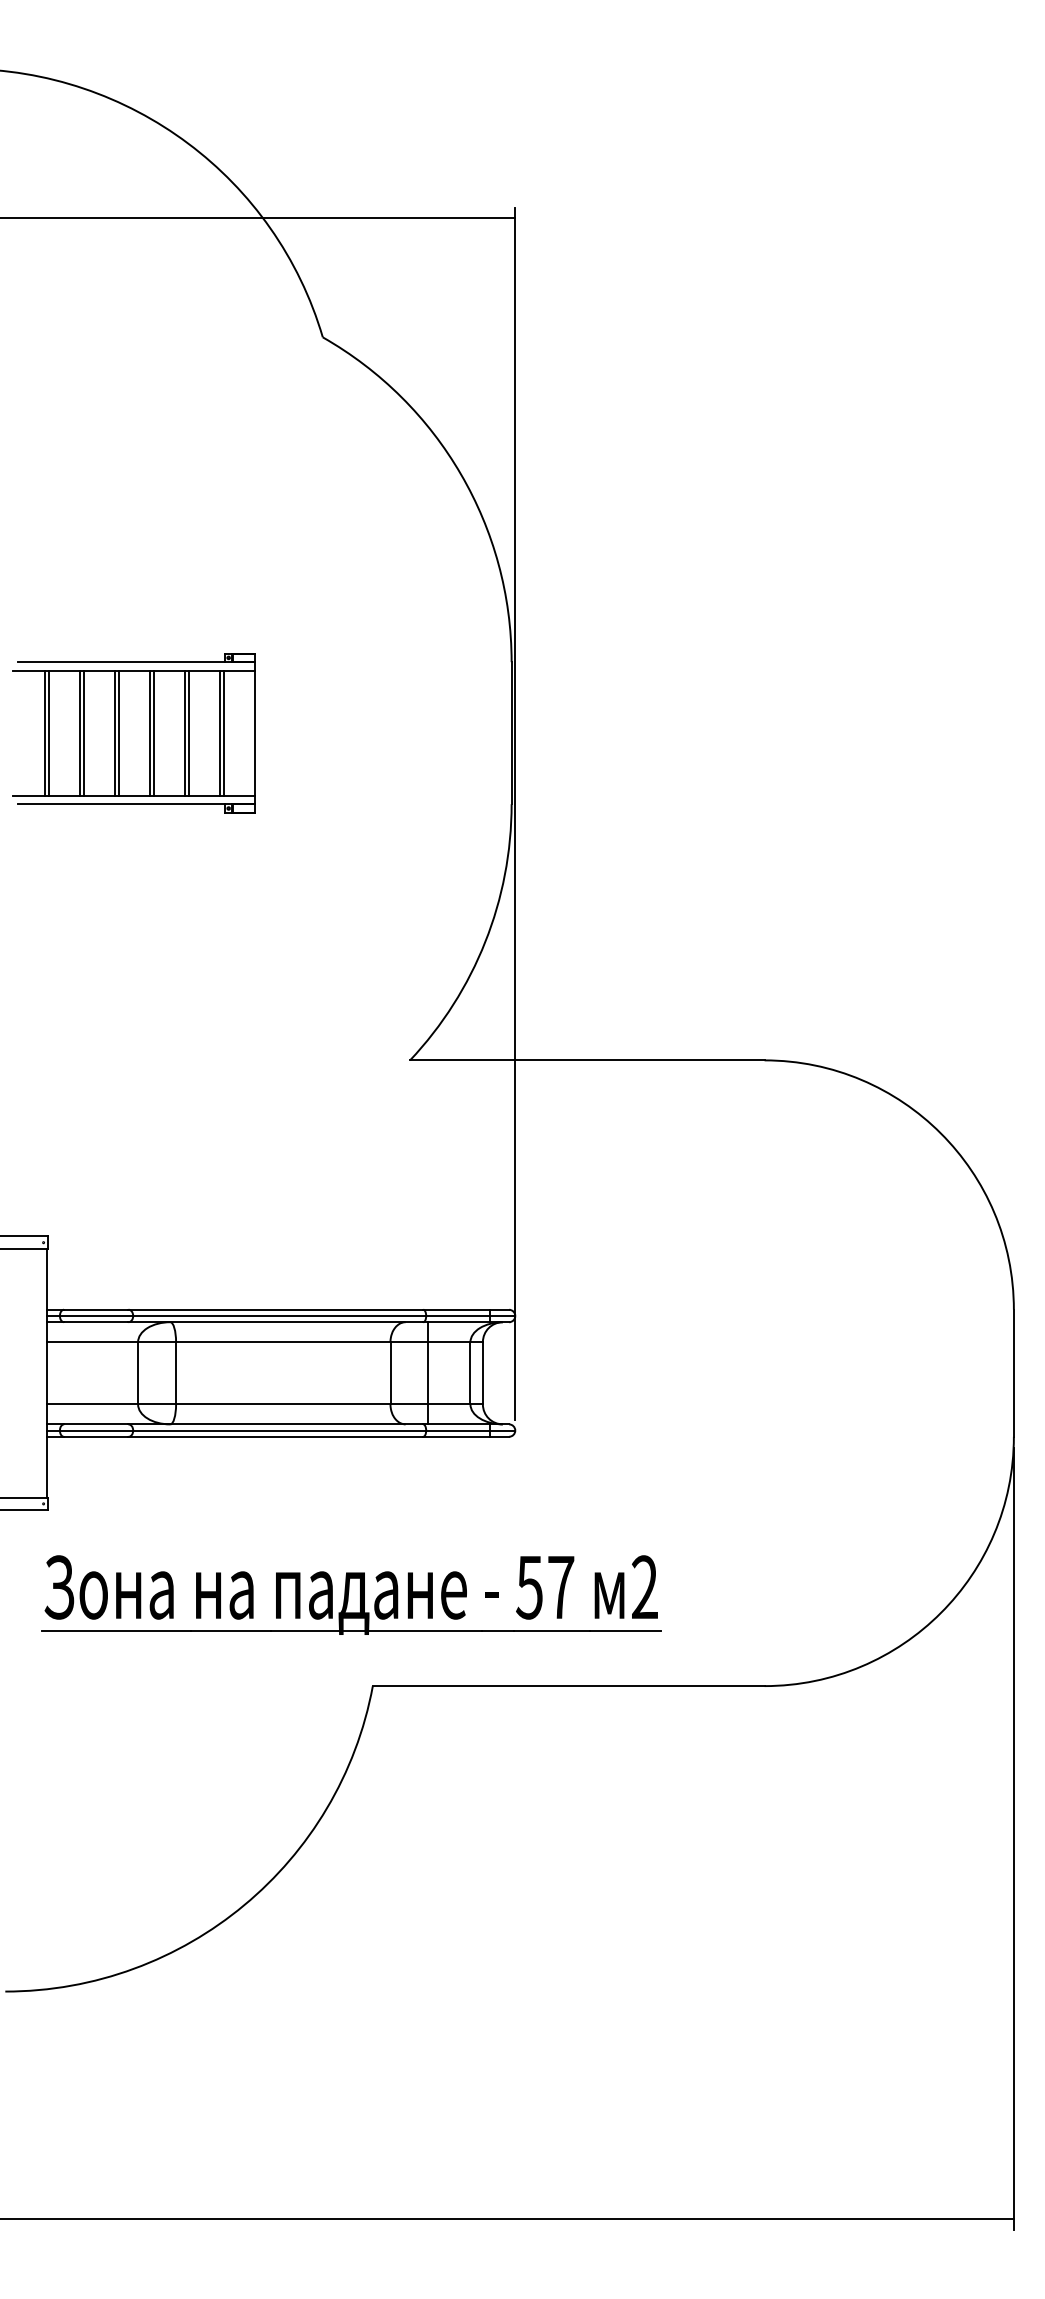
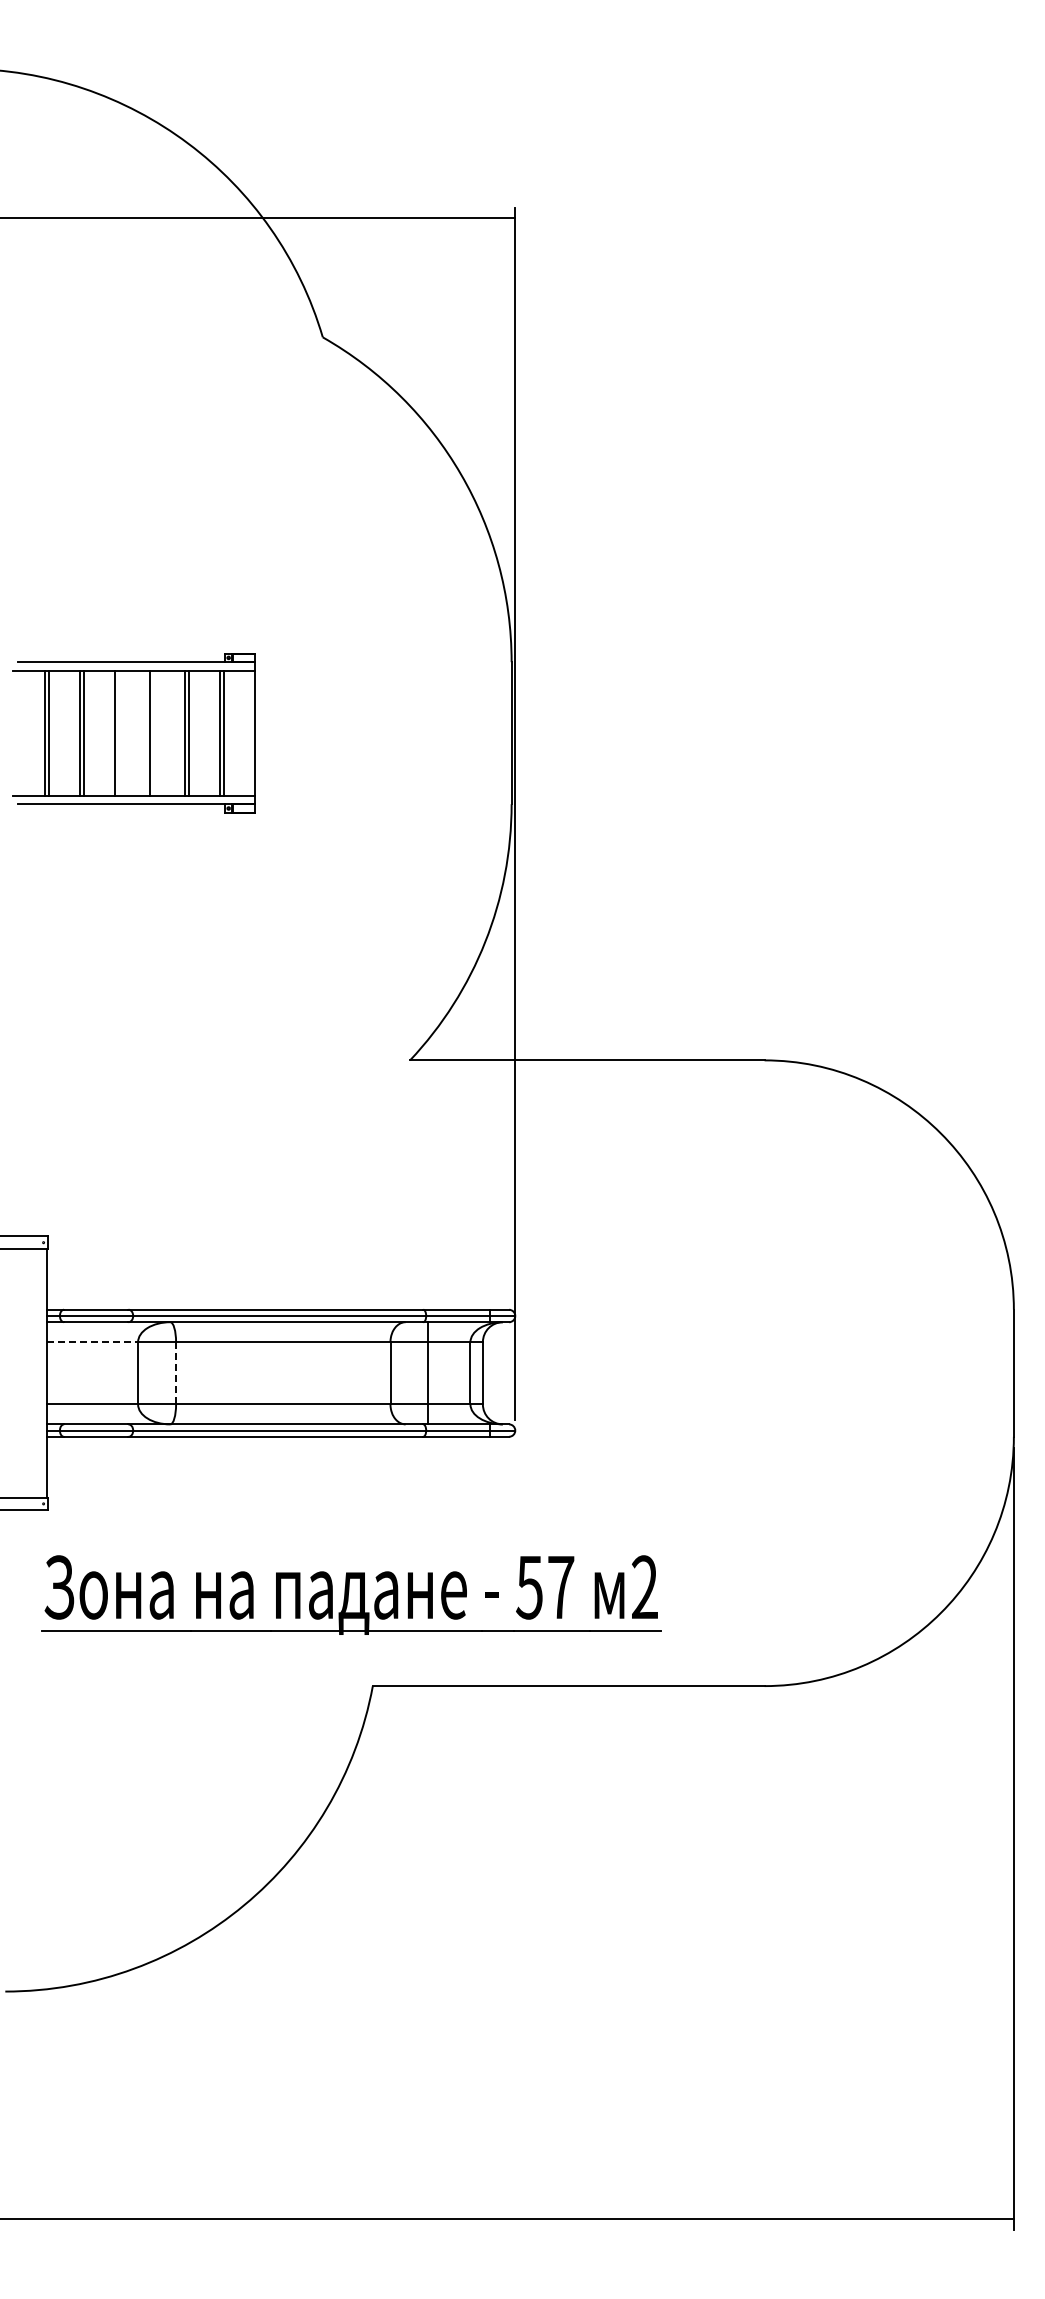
line at (119, 732): present -> none
line at (153, 732): present -> none
line at (93, 1342): solid -> dashed
line at (176, 1373): solid -> dashed
